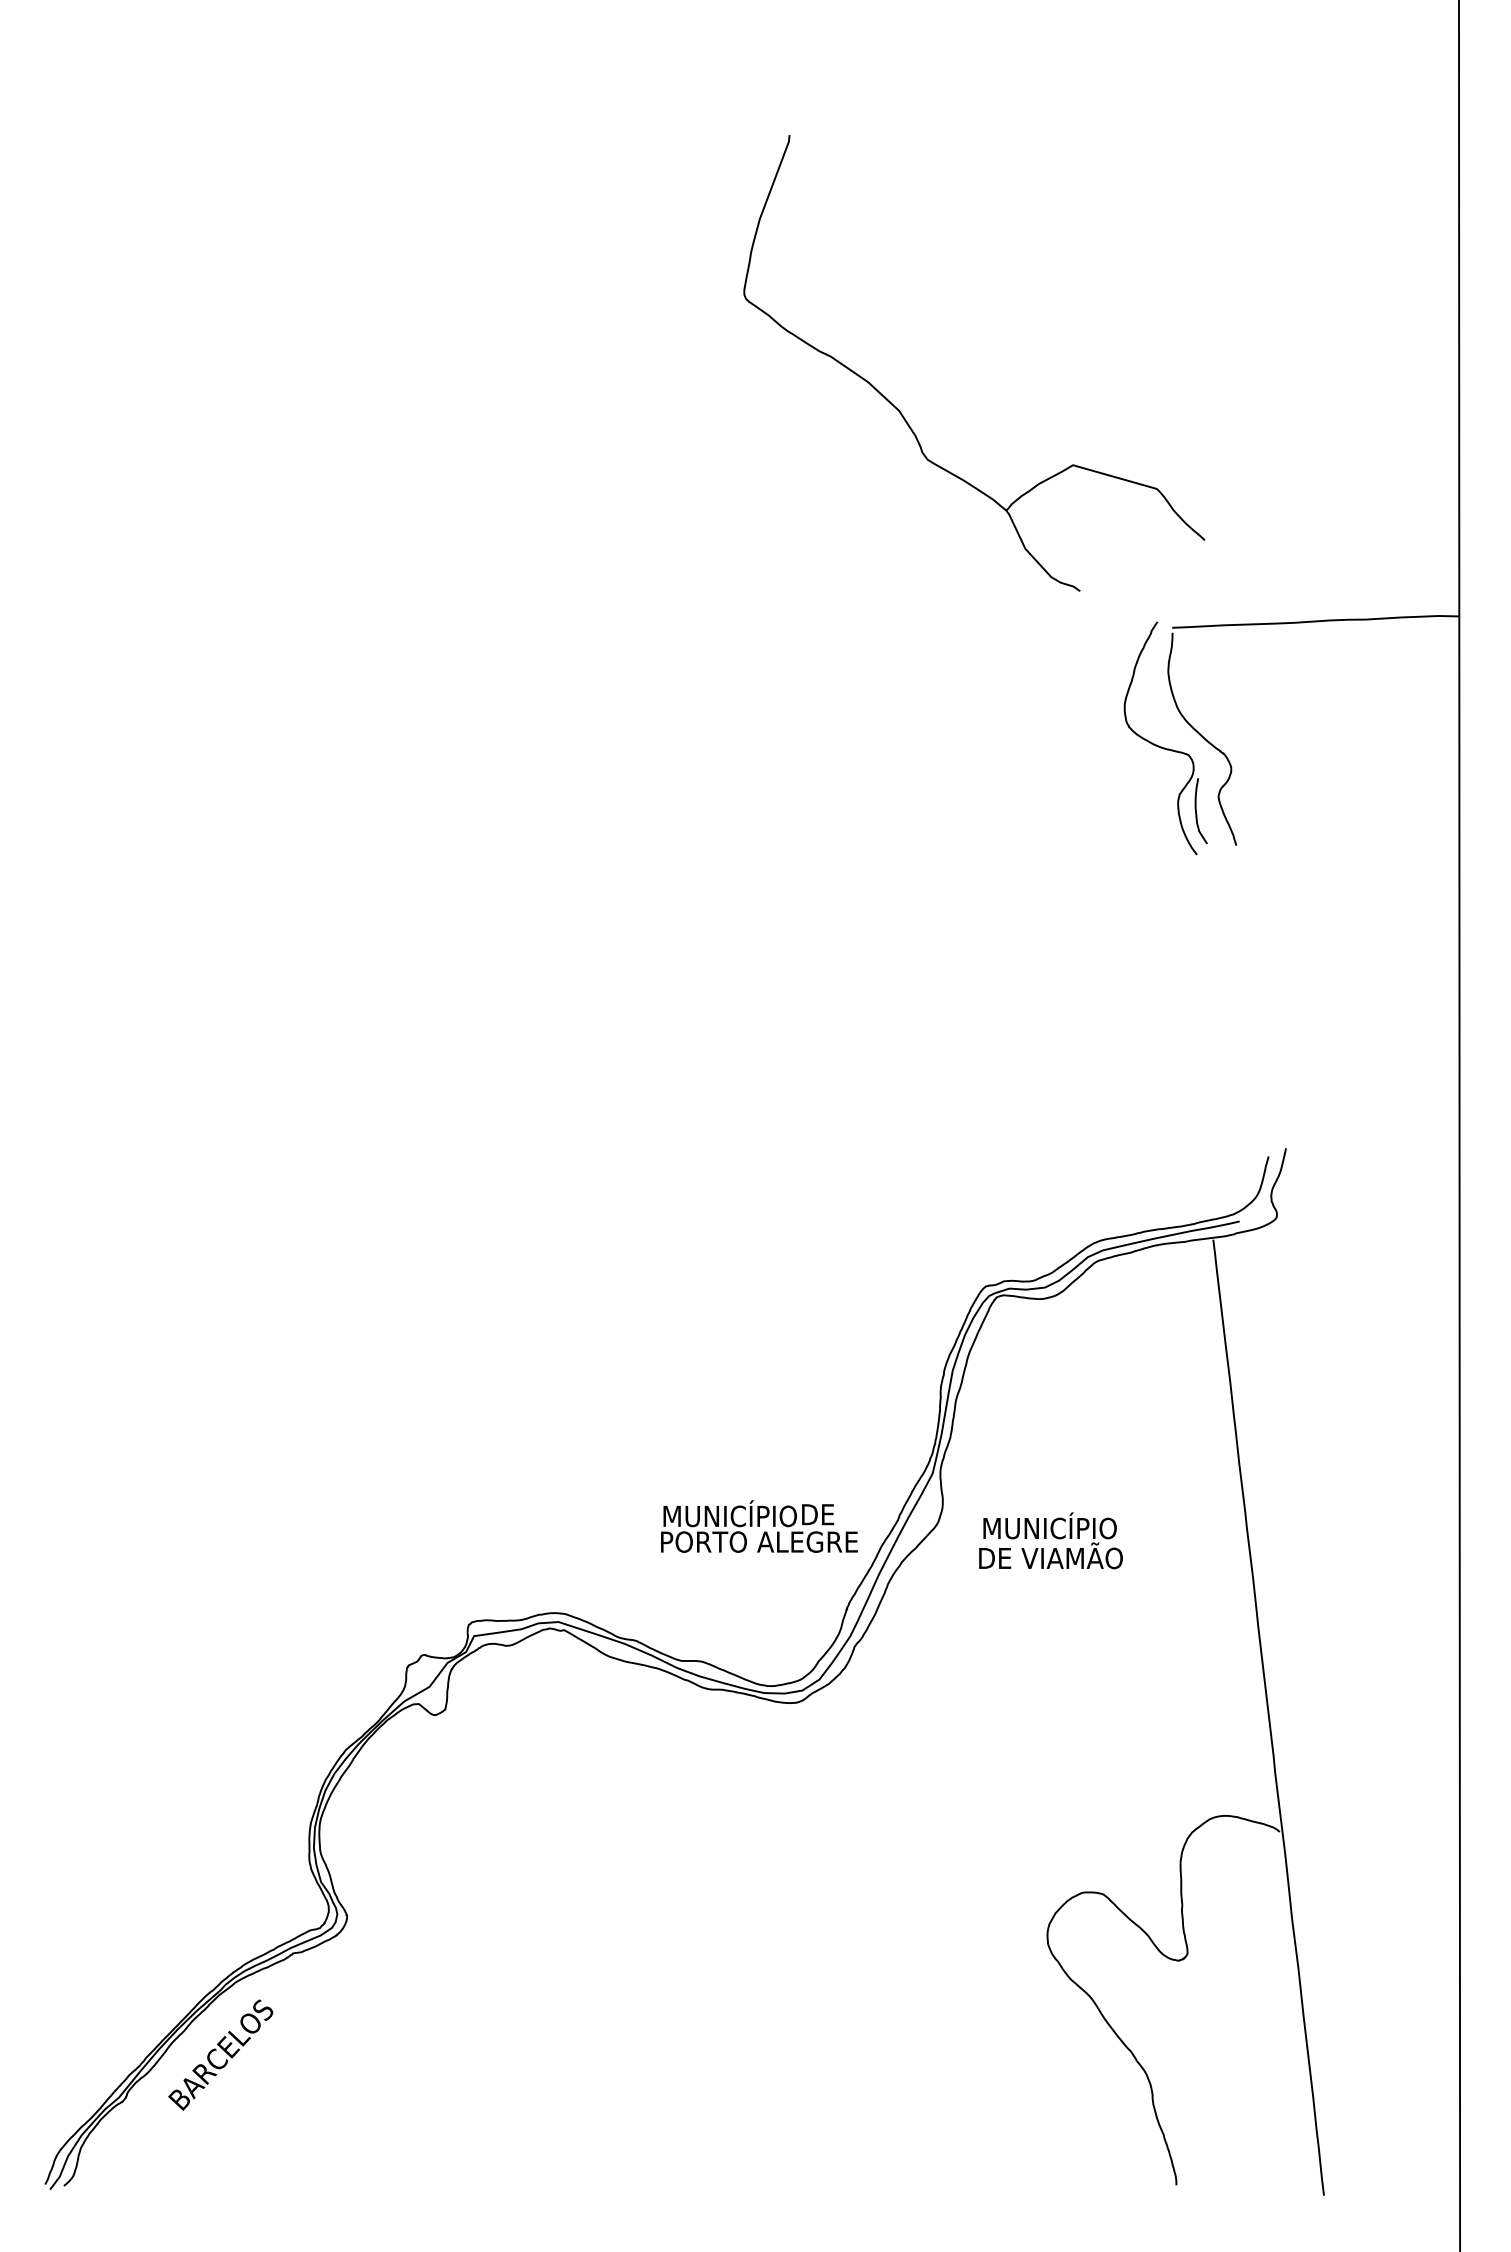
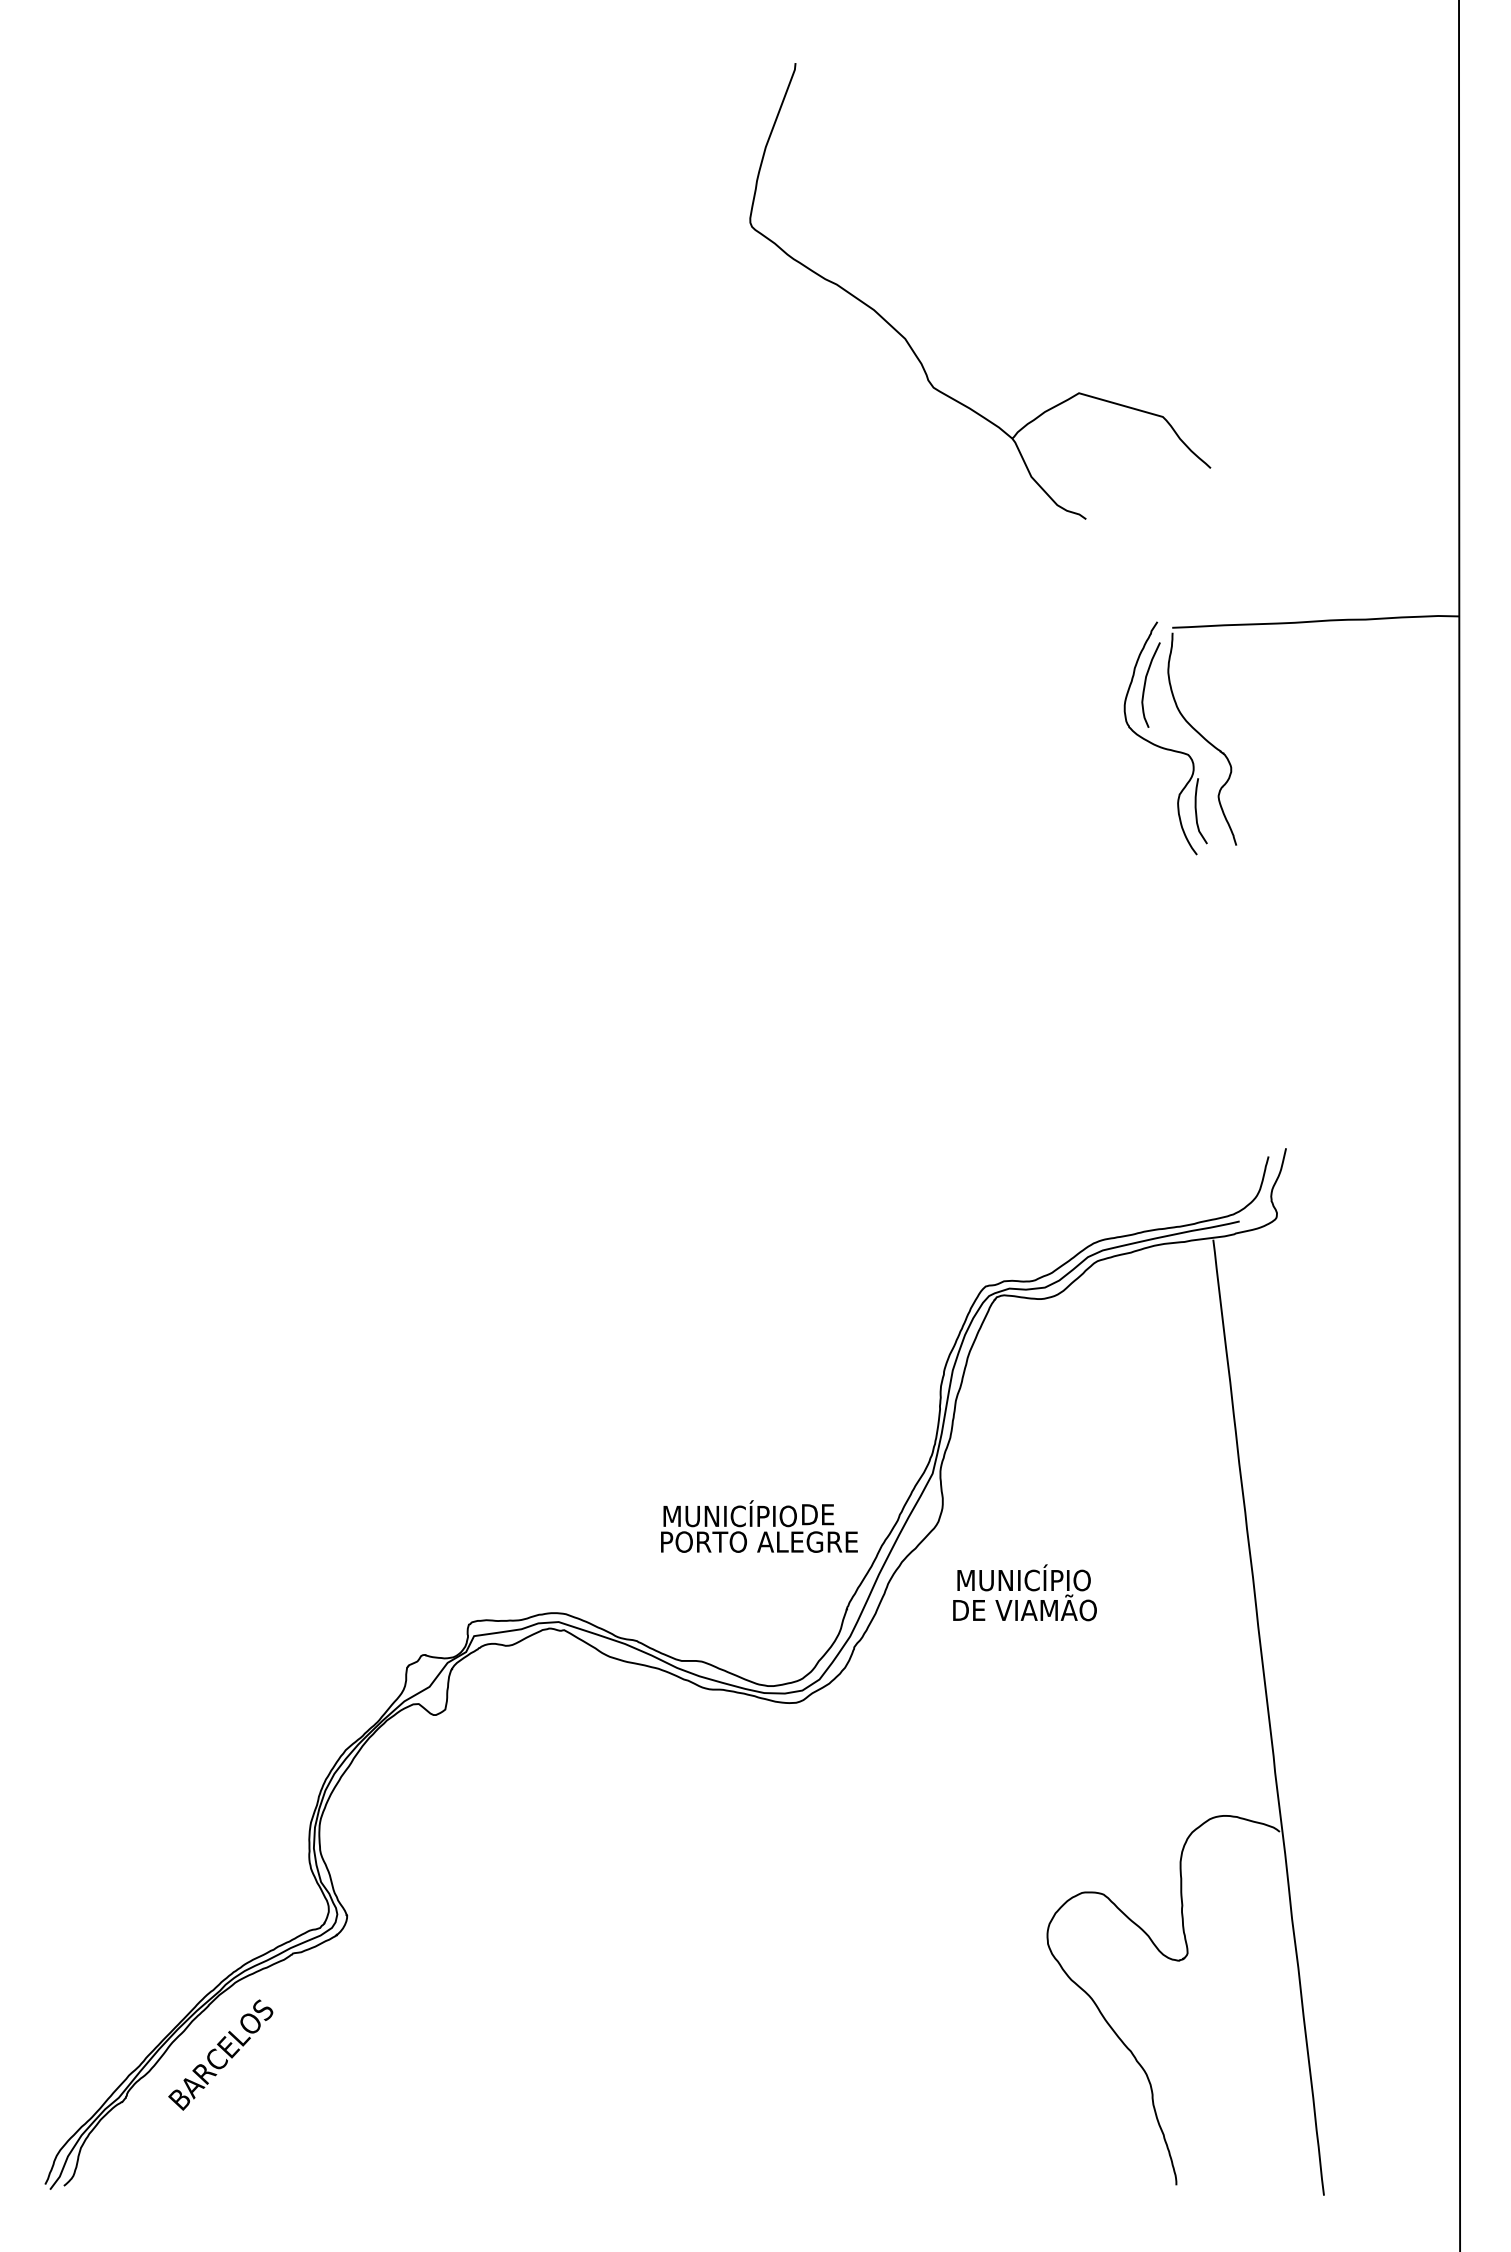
part at (902, 413) position: (902, 413) -> (908, 341)
curve at (1146, 682): none -> present
text at (1050, 1540) position: (1050, 1540) -> (1024, 1592)
